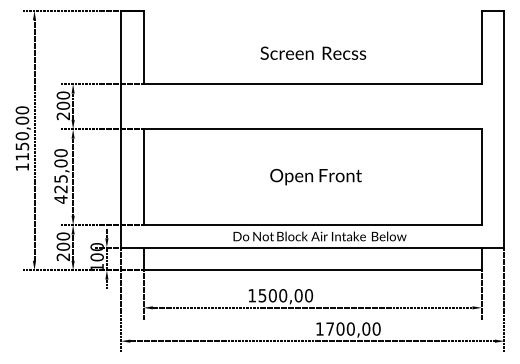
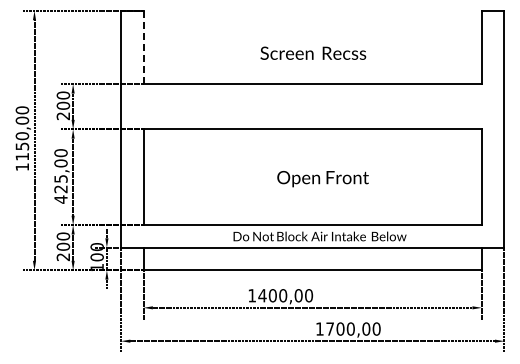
line at (143, 47): solid -> dashed
text at (315, 177) position: (315, 177) -> (322, 179)
text at (262, 295): 1500,00 -> 1400,00
